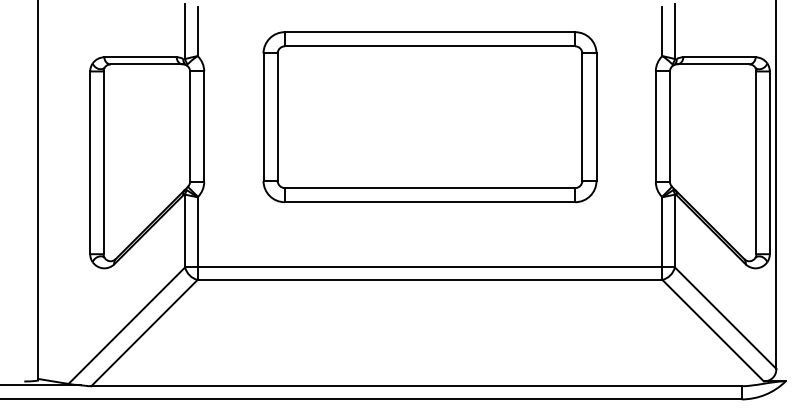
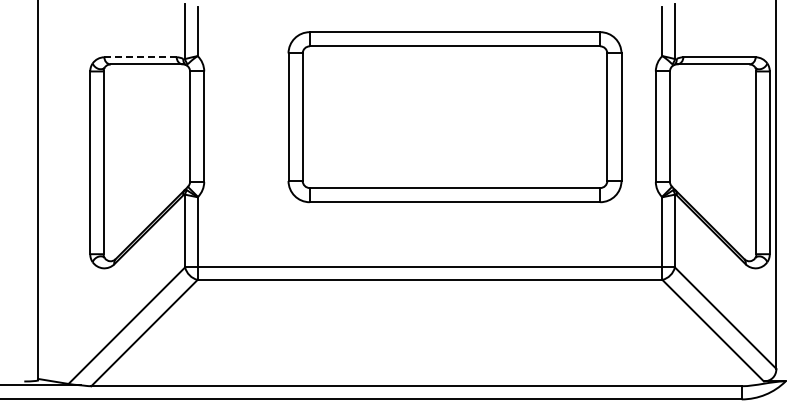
line at (141, 57): solid -> dashed
part at (429, 117) position: (429, 117) -> (454, 117)
